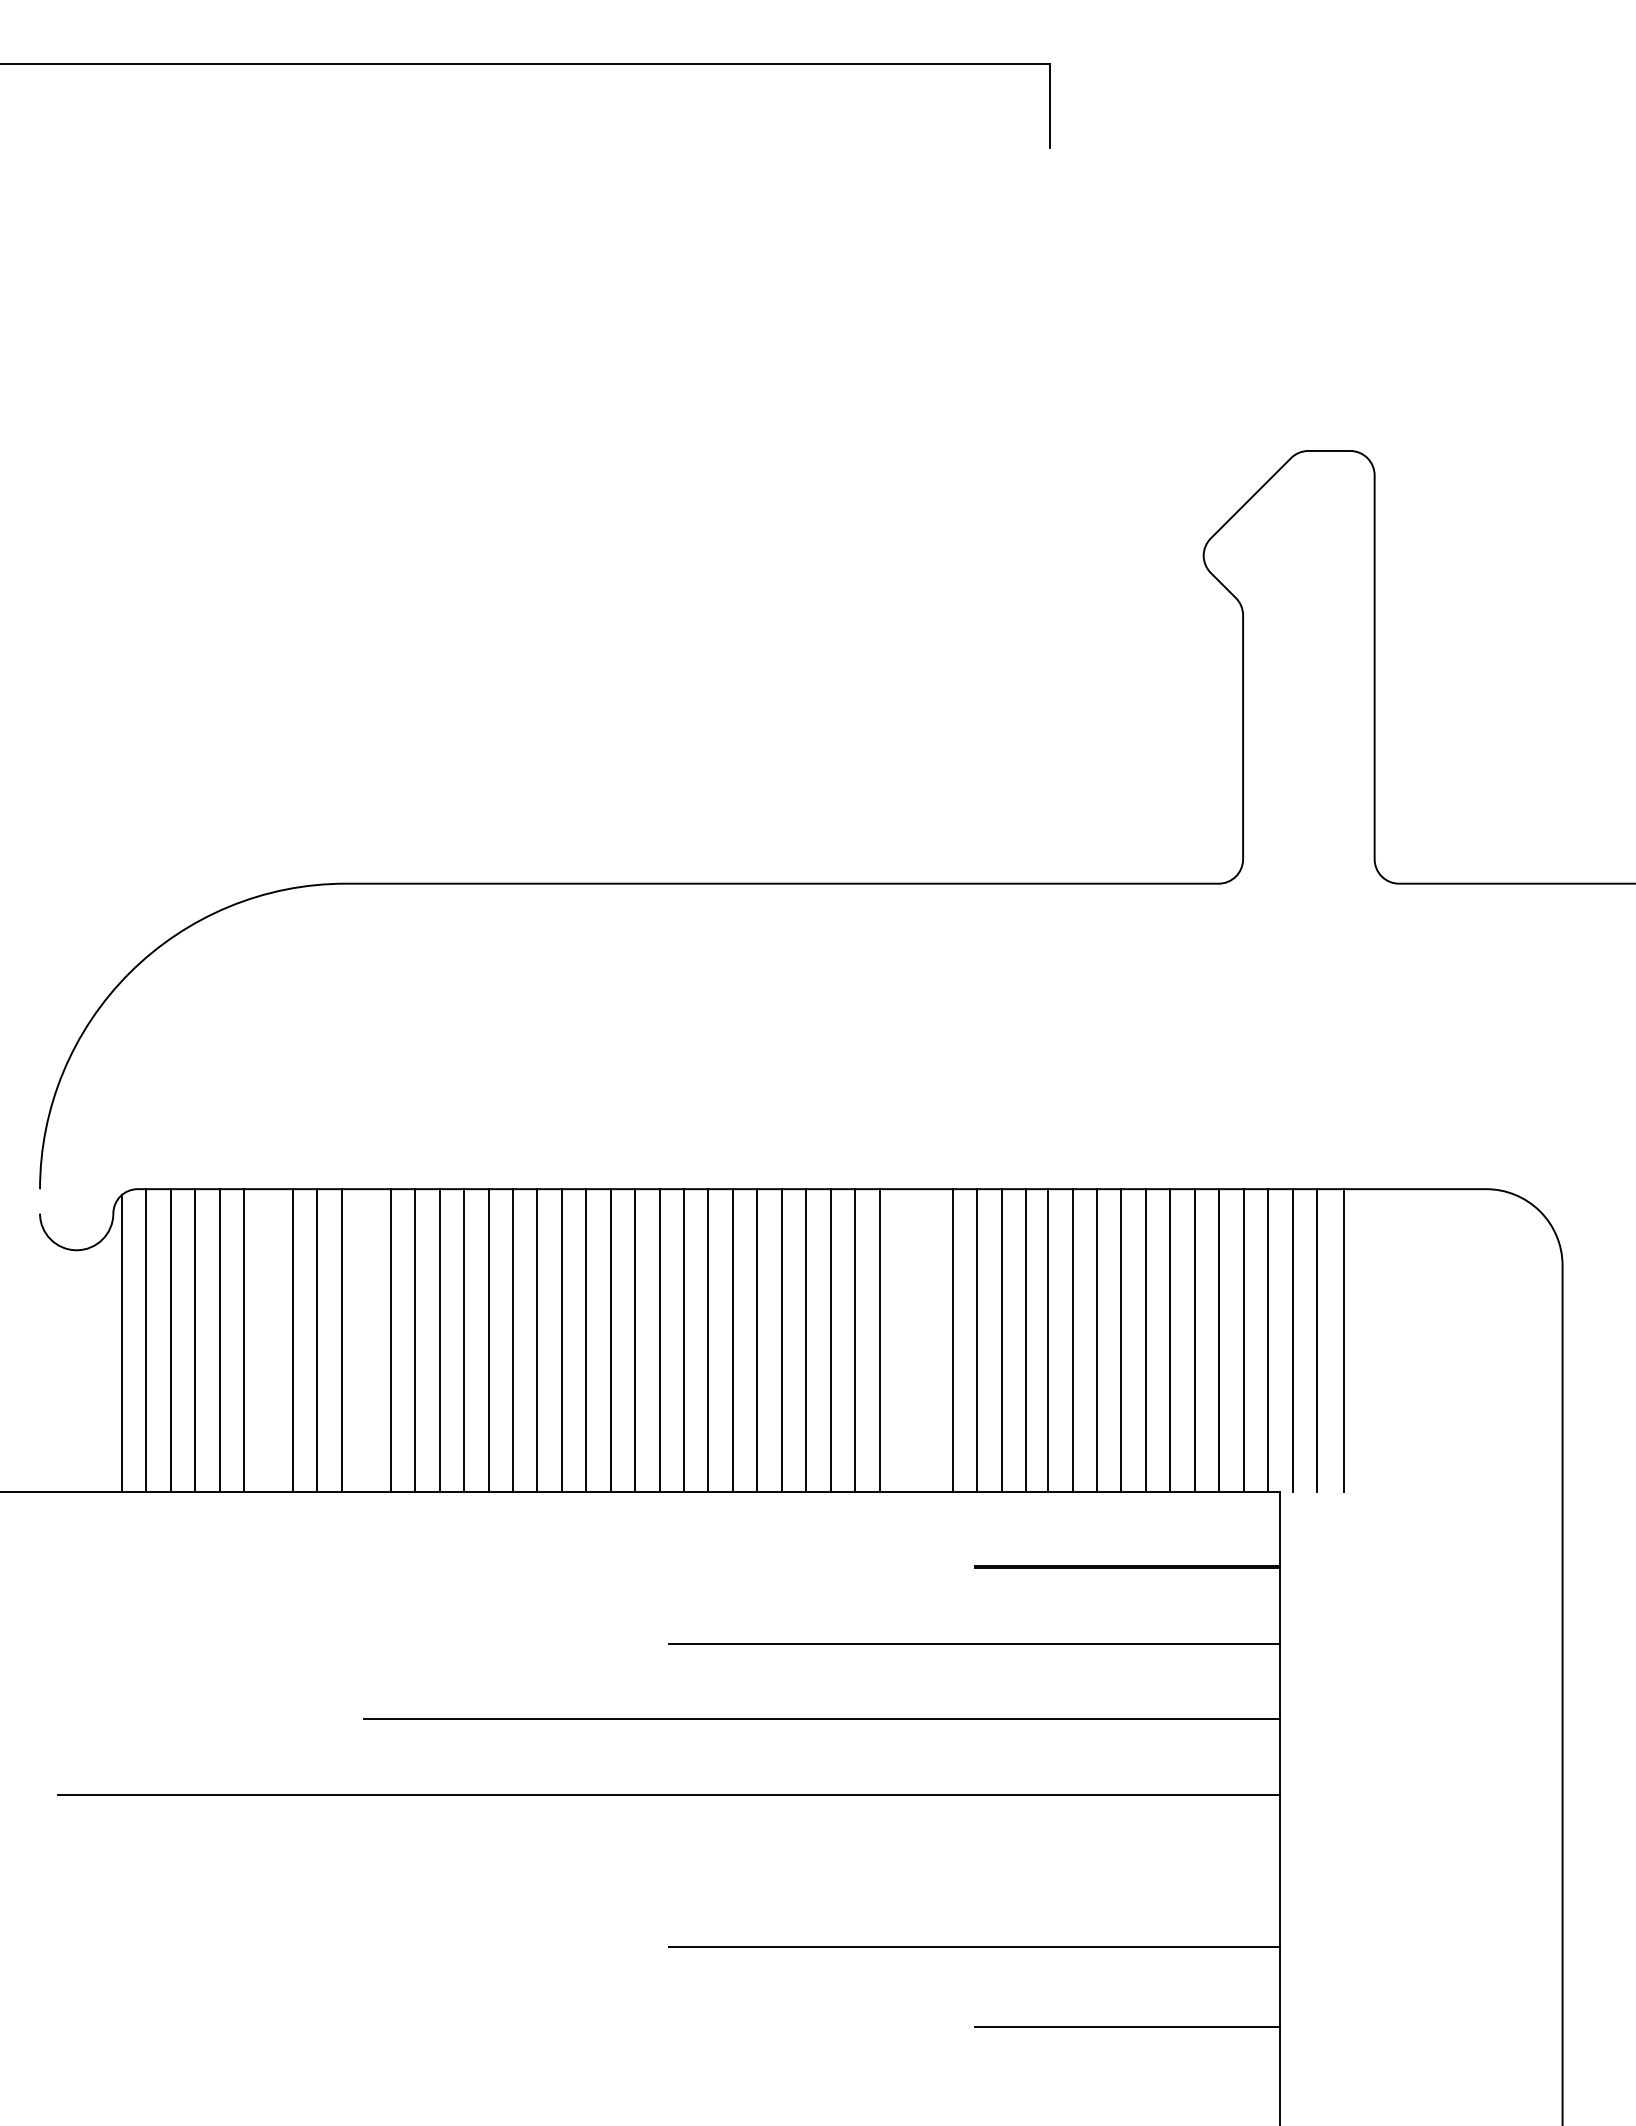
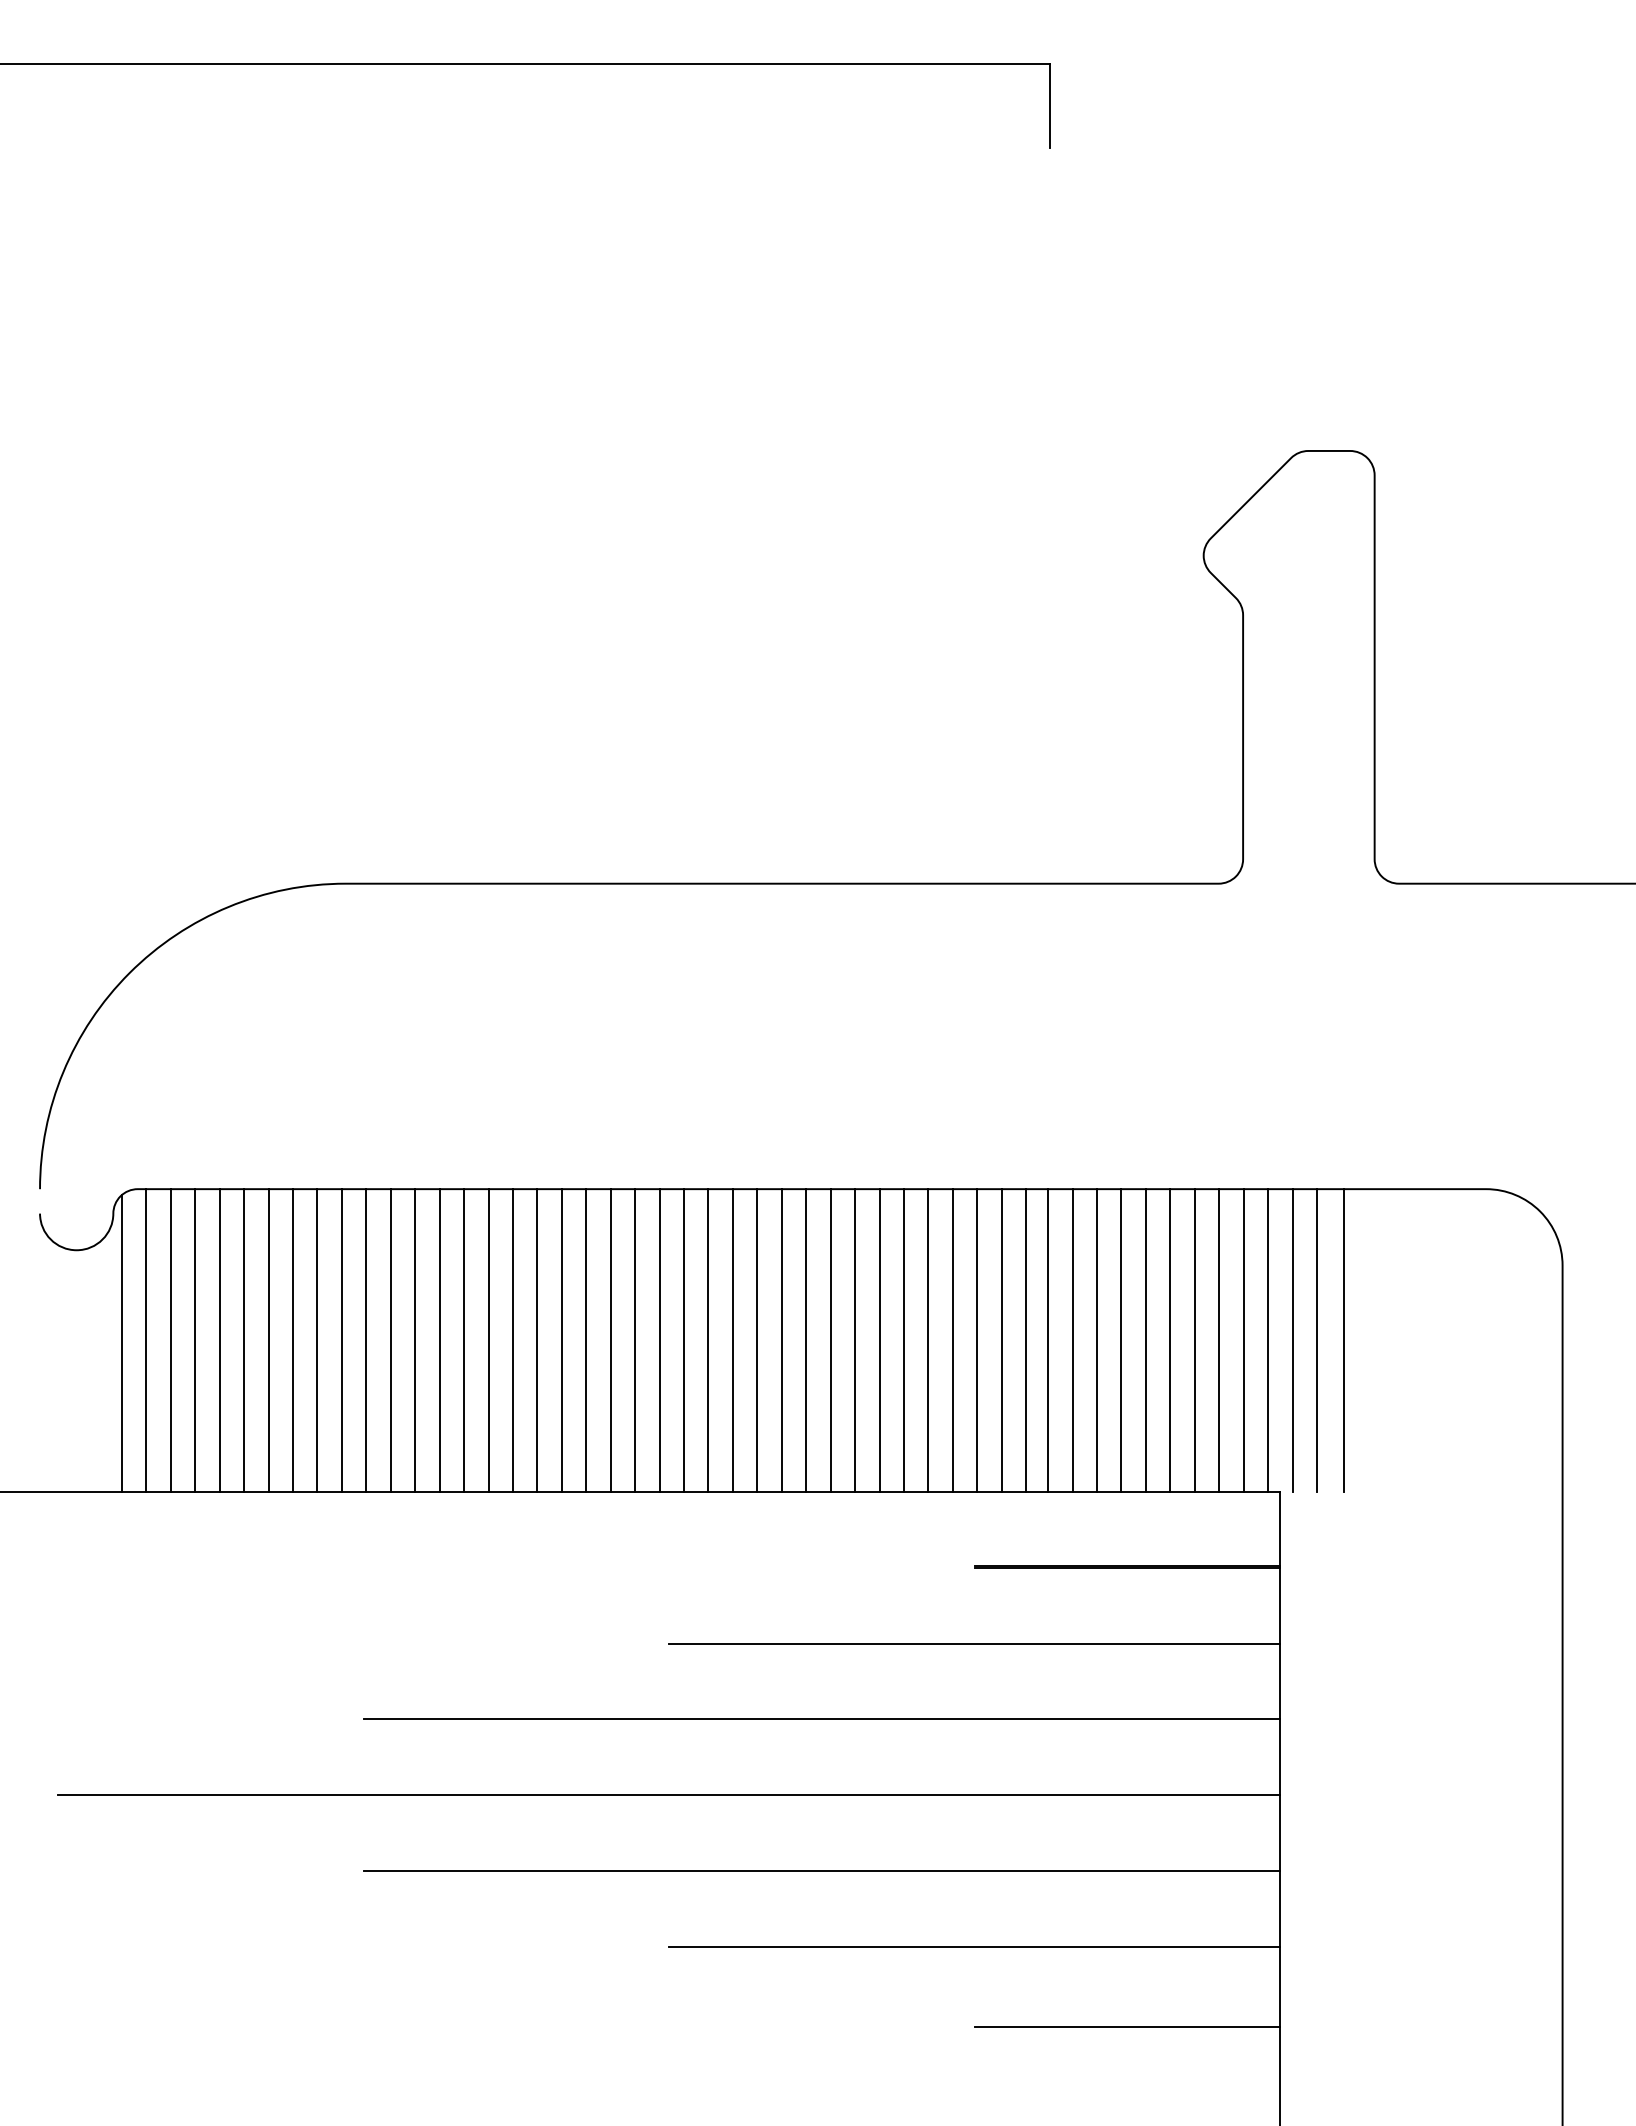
line at (268, 1340): none -> present
line at (366, 1340): none -> present
line at (904, 1340): none -> present
line at (928, 1340): none -> present
line at (821, 1871): none -> present
